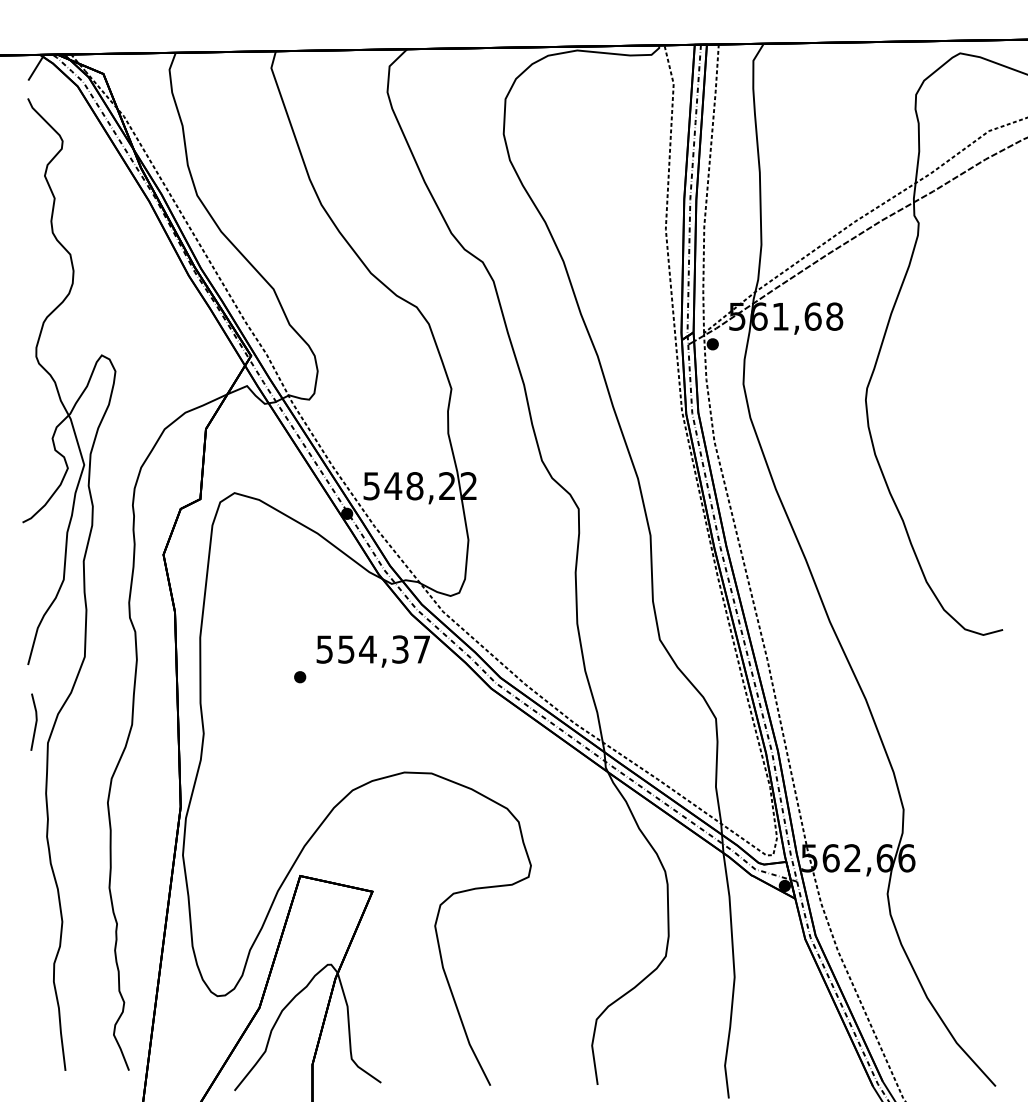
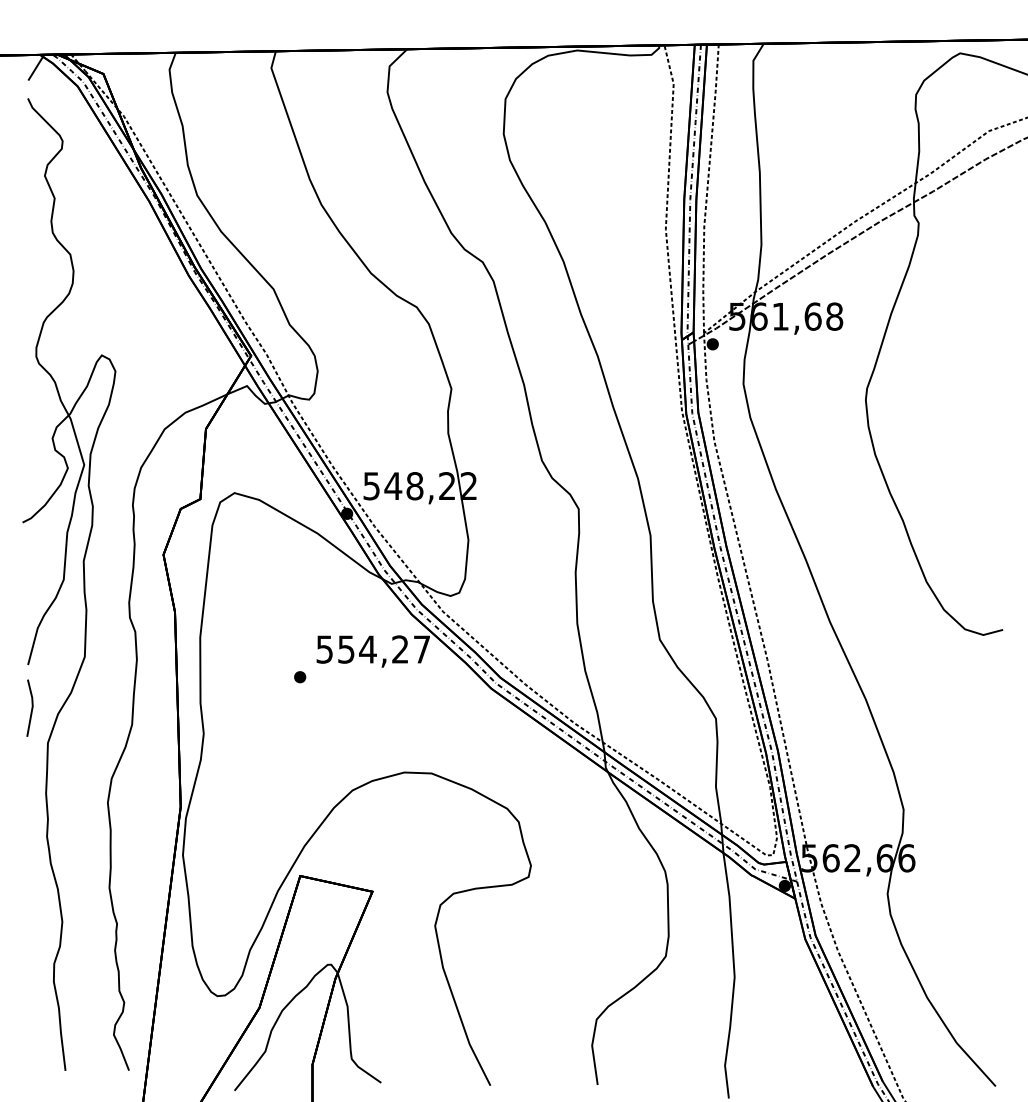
text at (400, 649): 554,37 -> 554,27
line at (35, 721) position: (35, 721) -> (31, 707)
